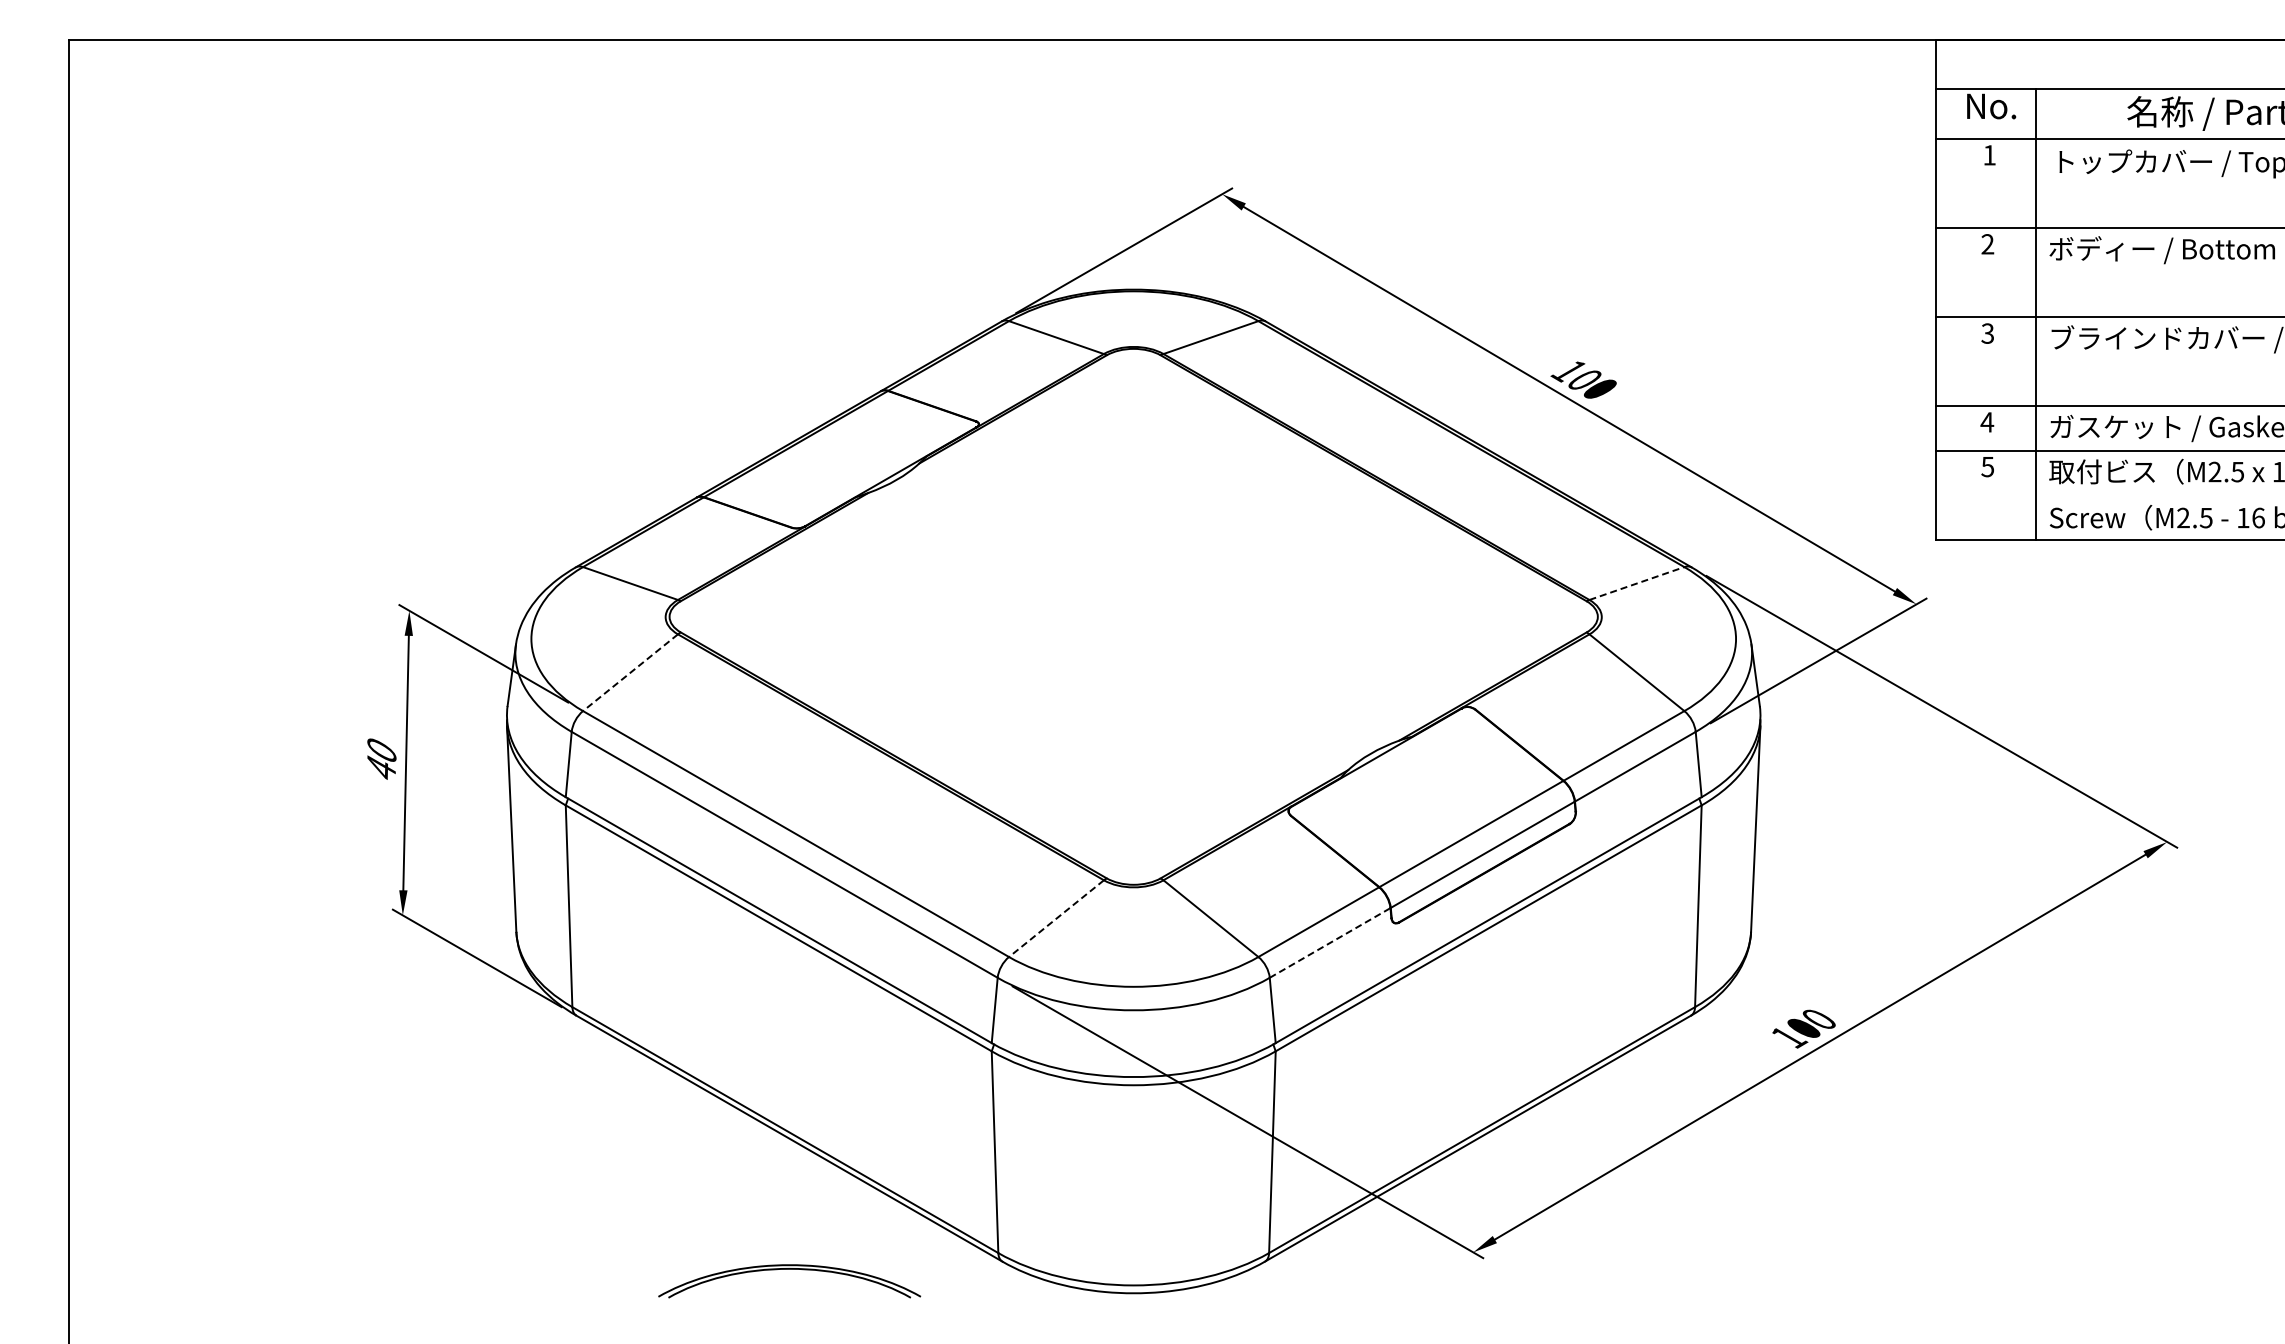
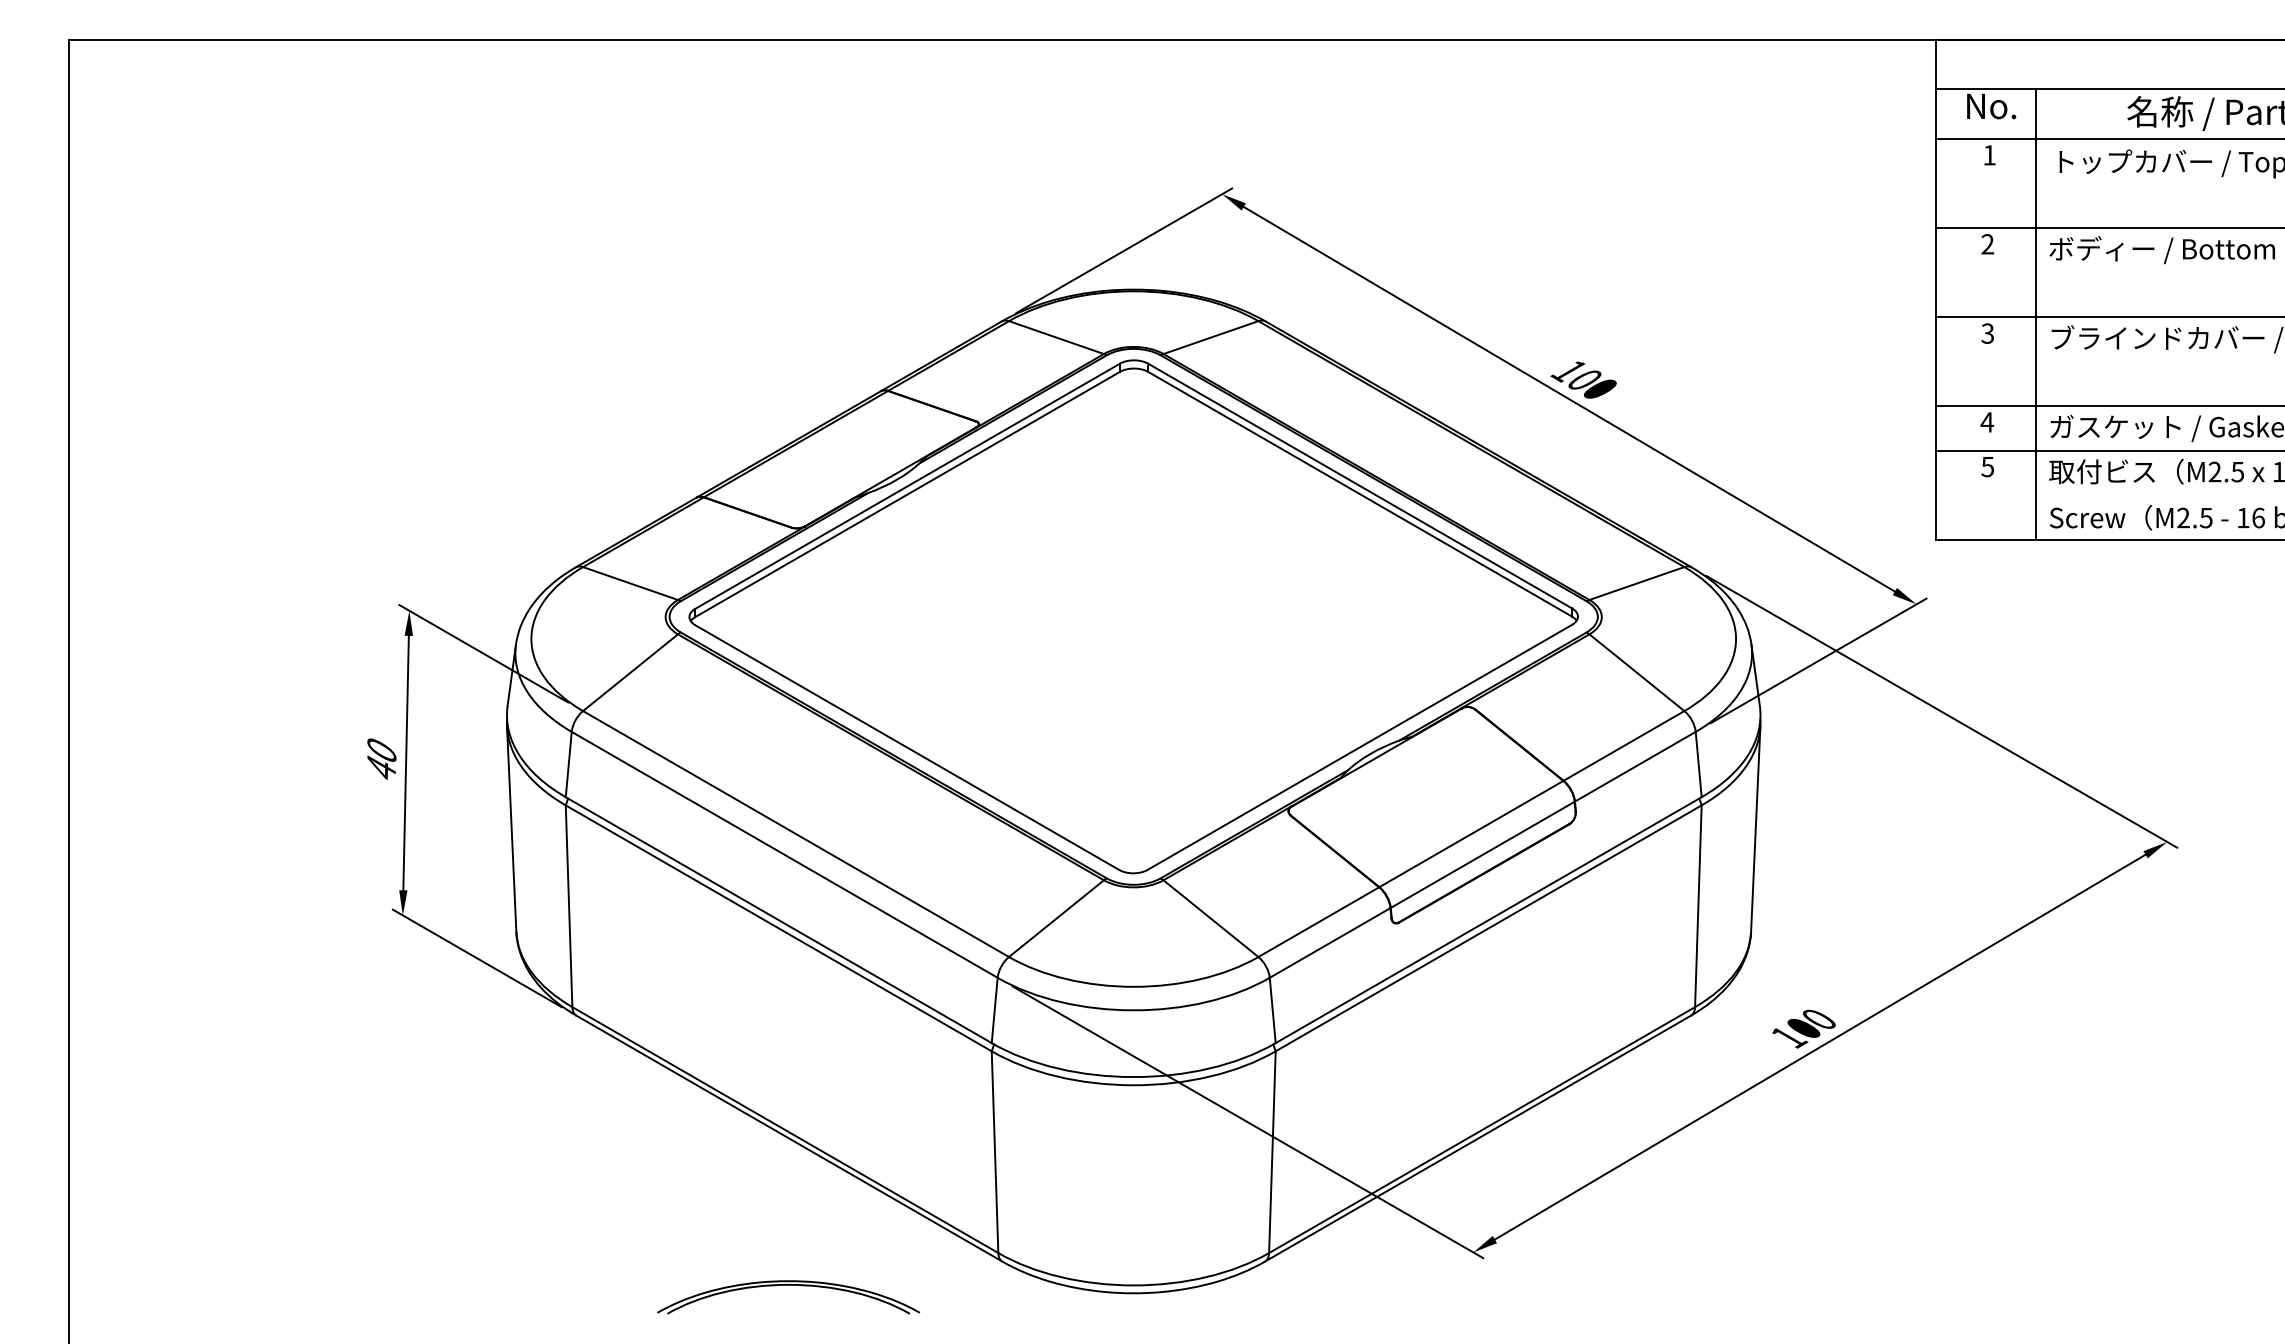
line at (1637, 583): dashed -> solid
part at (1133, 616): none -> present
line at (630, 673): dashed -> solid
line at (1056, 918): dashed -> solid
line at (1330, 942): dashed -> solid
part at (789, 1269) position: (789, 1269) -> (788, 1285)
